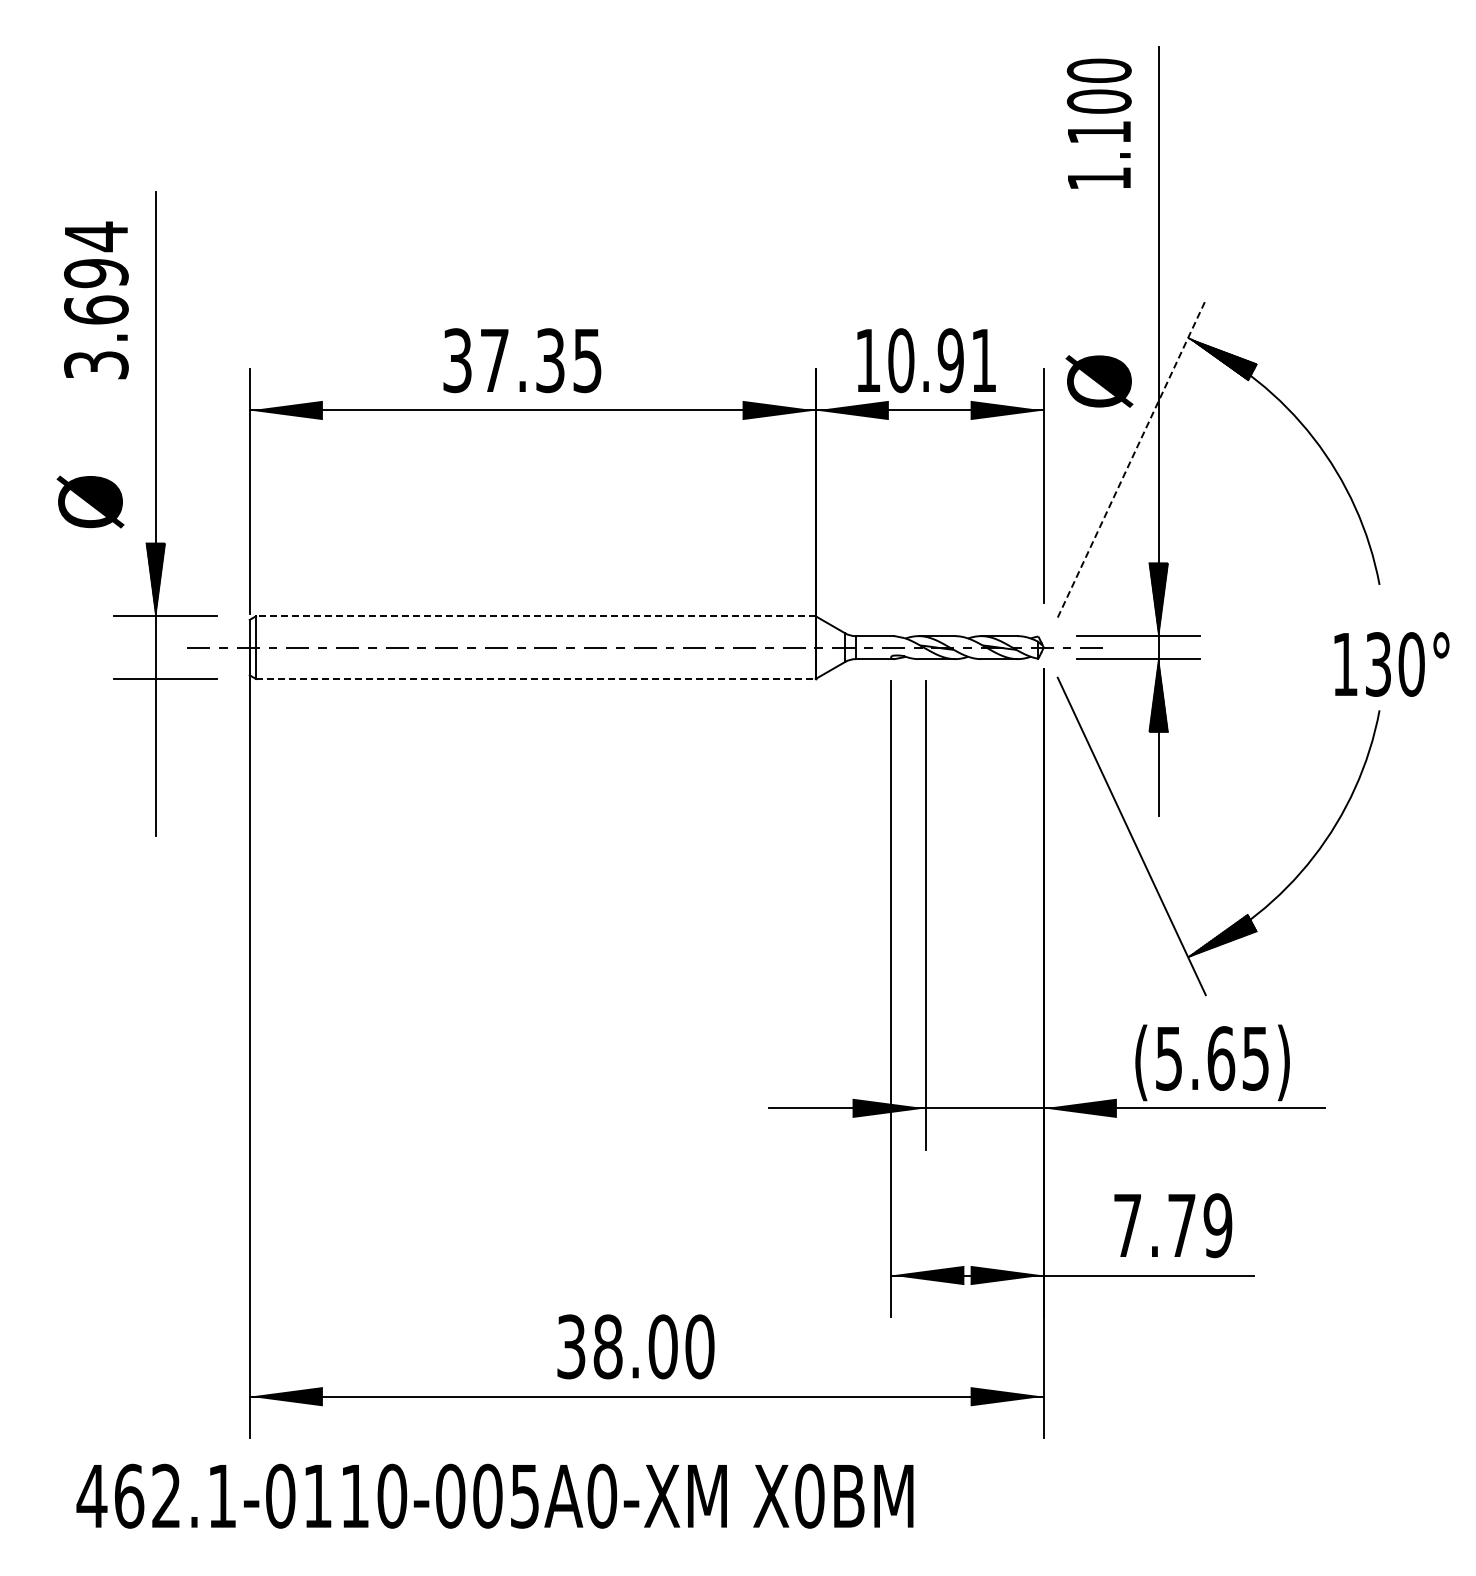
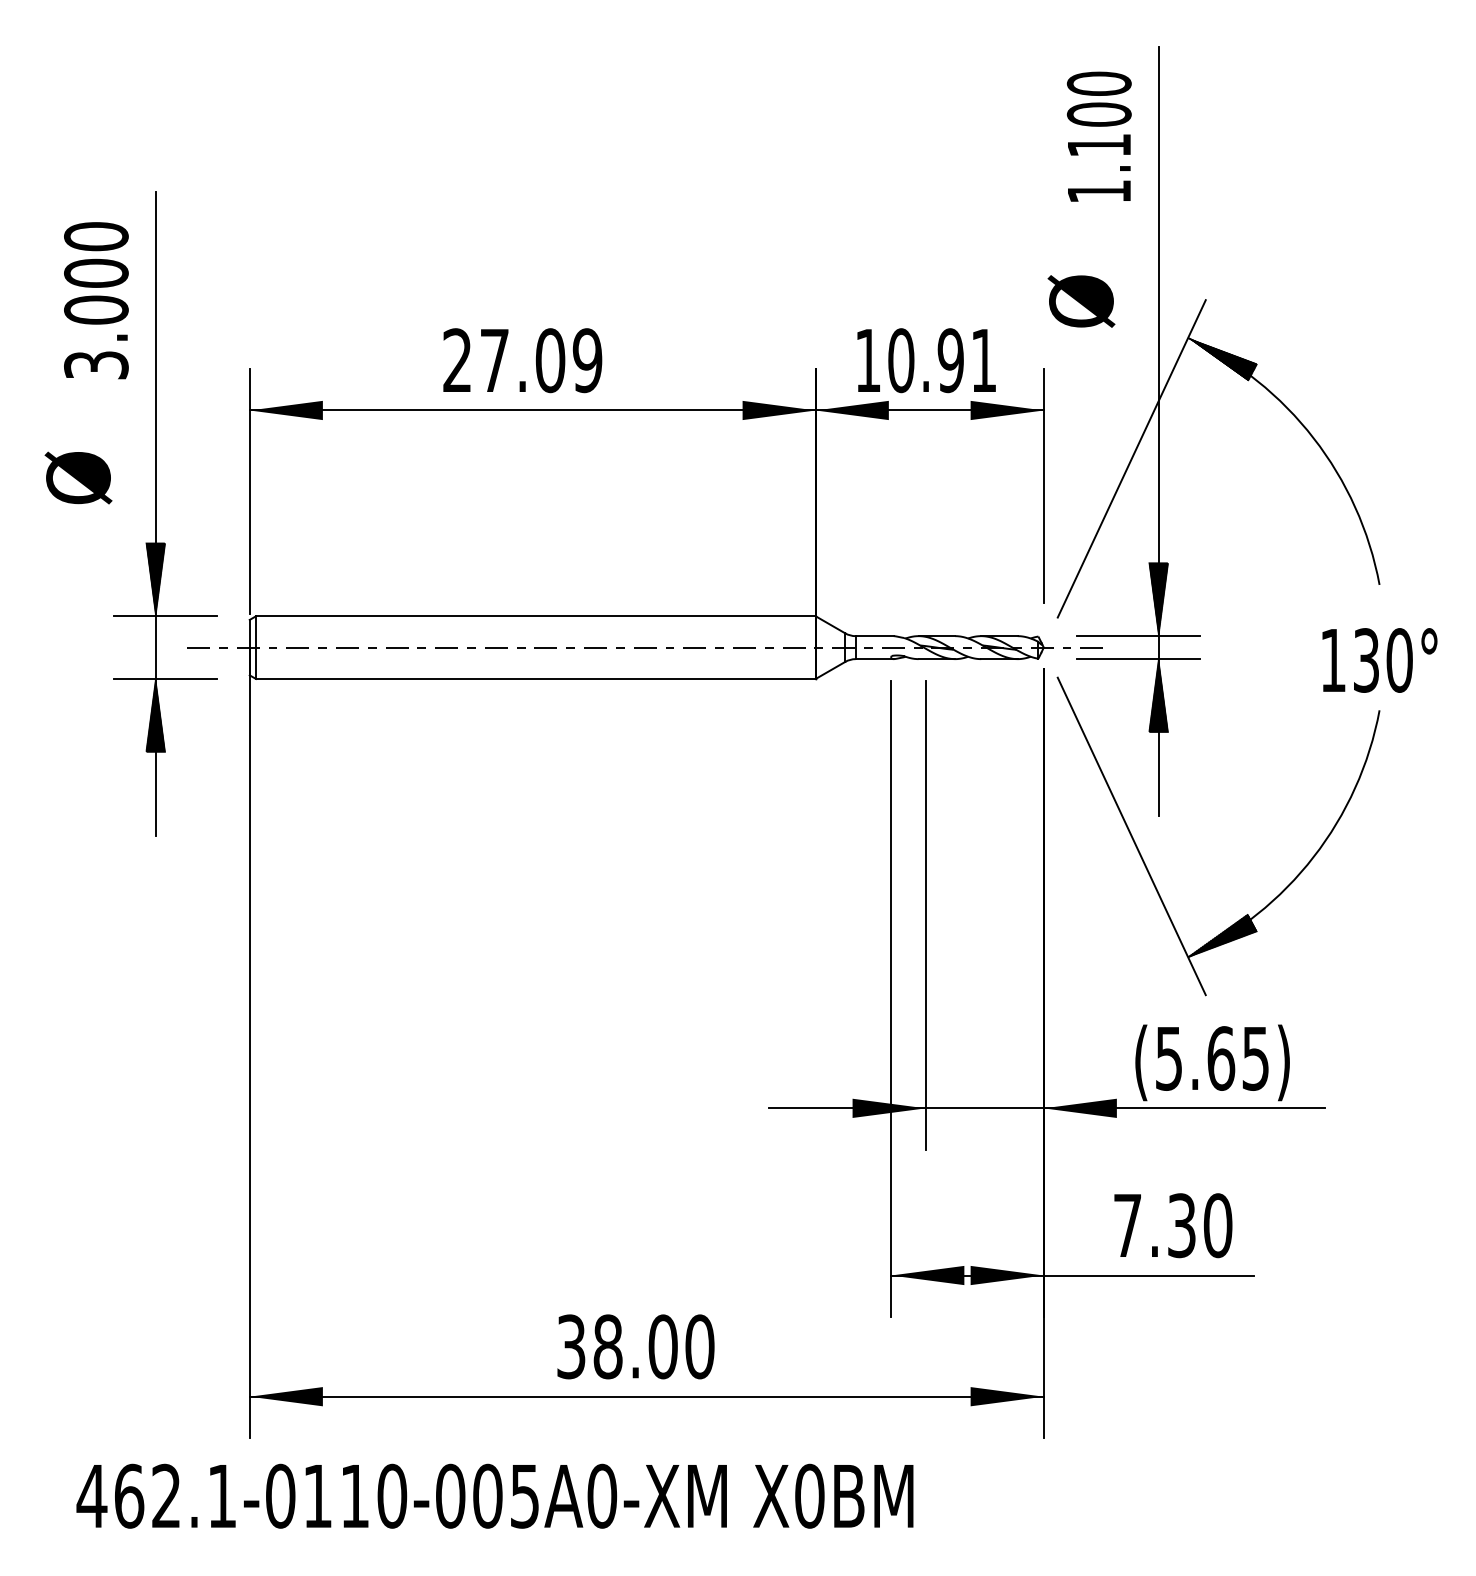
text at (1098, 123) position: (1098, 123) -> (1098, 136)
text at (96, 272): 3.694 -> 3.000
text at (522, 360): 37.35 -> 27.09
text at (1099, 381) position: (1099, 381) -> (1081, 301)
line at (1131, 458): dashed -> solid
text at (90, 501) position: (90, 501) -> (78, 477)
line at (535, 616): dashed -> solid
text at (1391, 664) position: (1391, 664) -> (1379, 660)
line at (535, 678): dashed -> solid
hatch at (155, 715): none -> present
text at (1200, 1225): 7.79 -> 7.30
